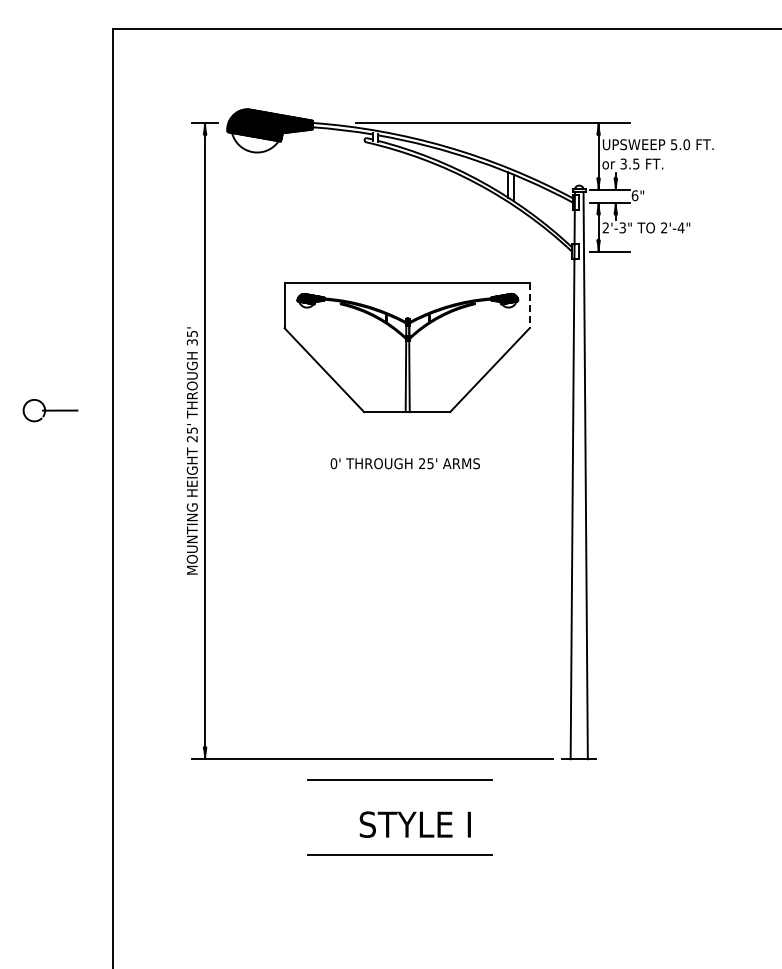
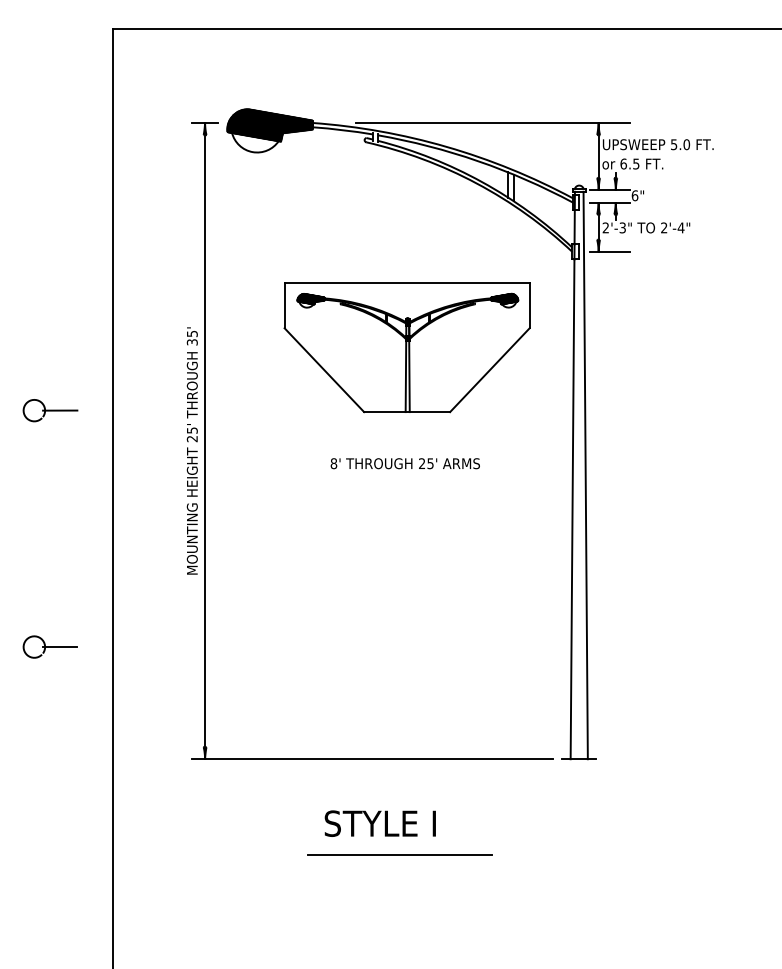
text at (623, 163): 3.5 -> 6.5
line at (529, 305): dashed -> solid
text at (333, 463): 0' -> 8'
part at (49, 646): none -> present
line at (399, 779): present -> none
text at (414, 824) position: (414, 824) -> (379, 823)
